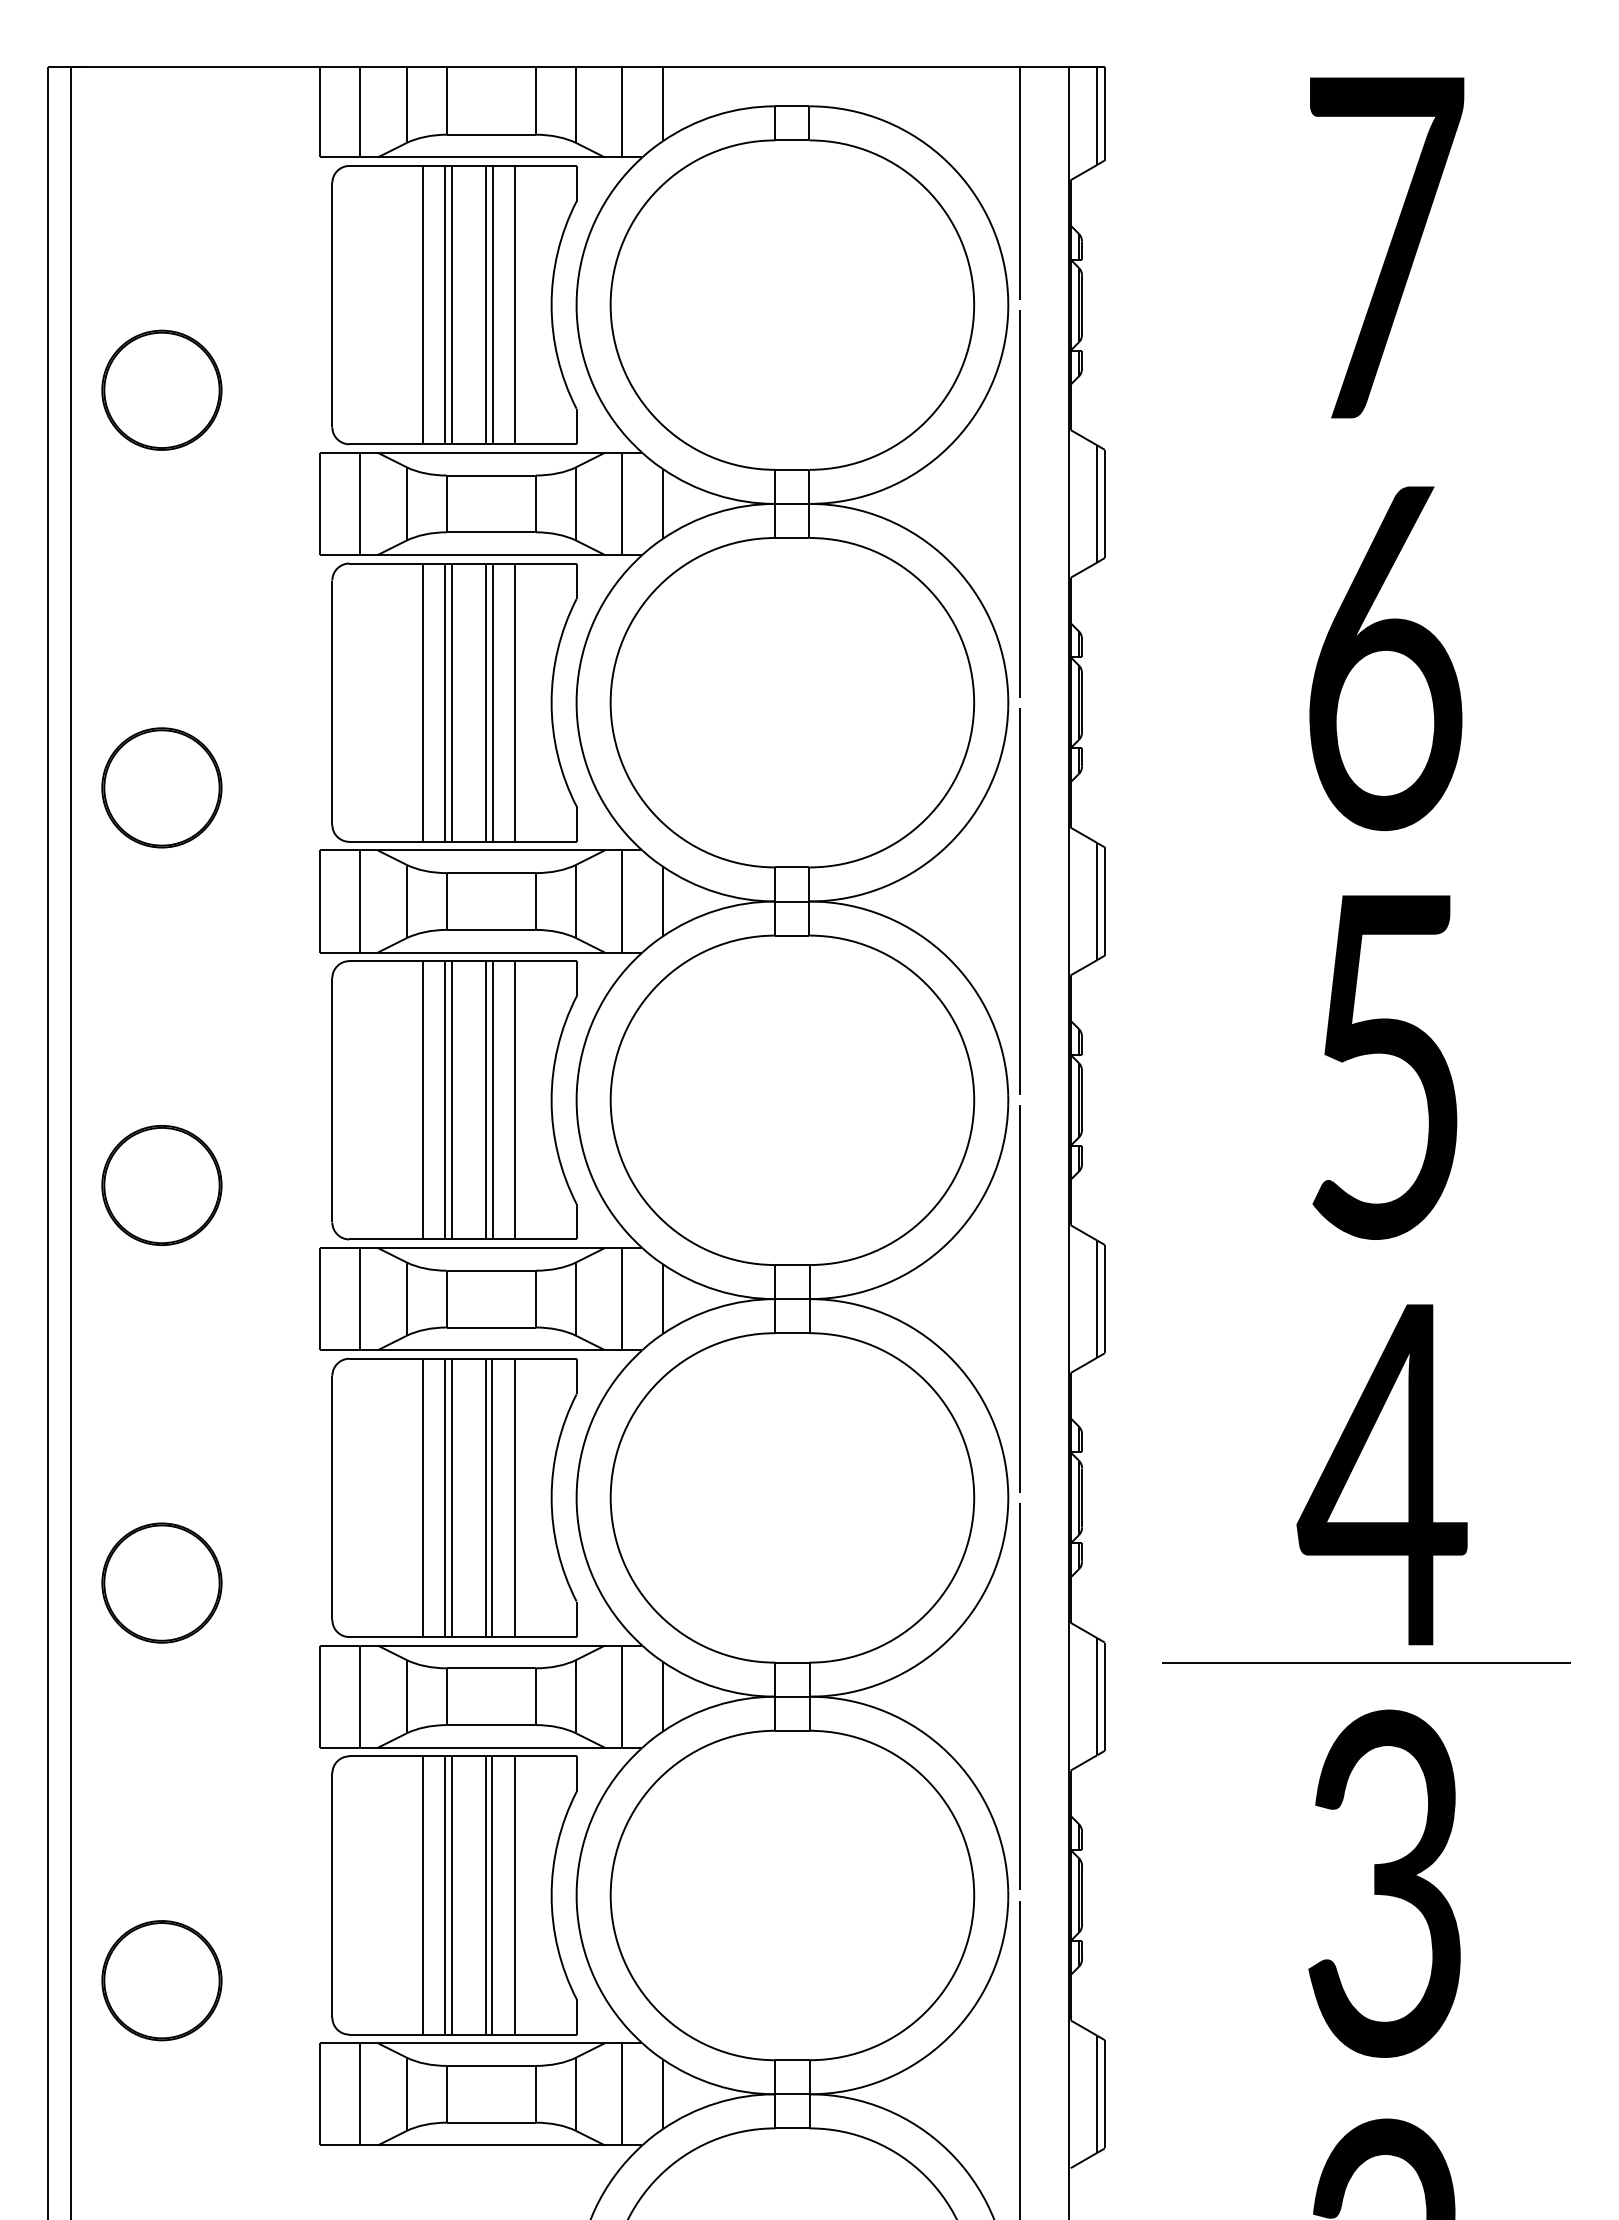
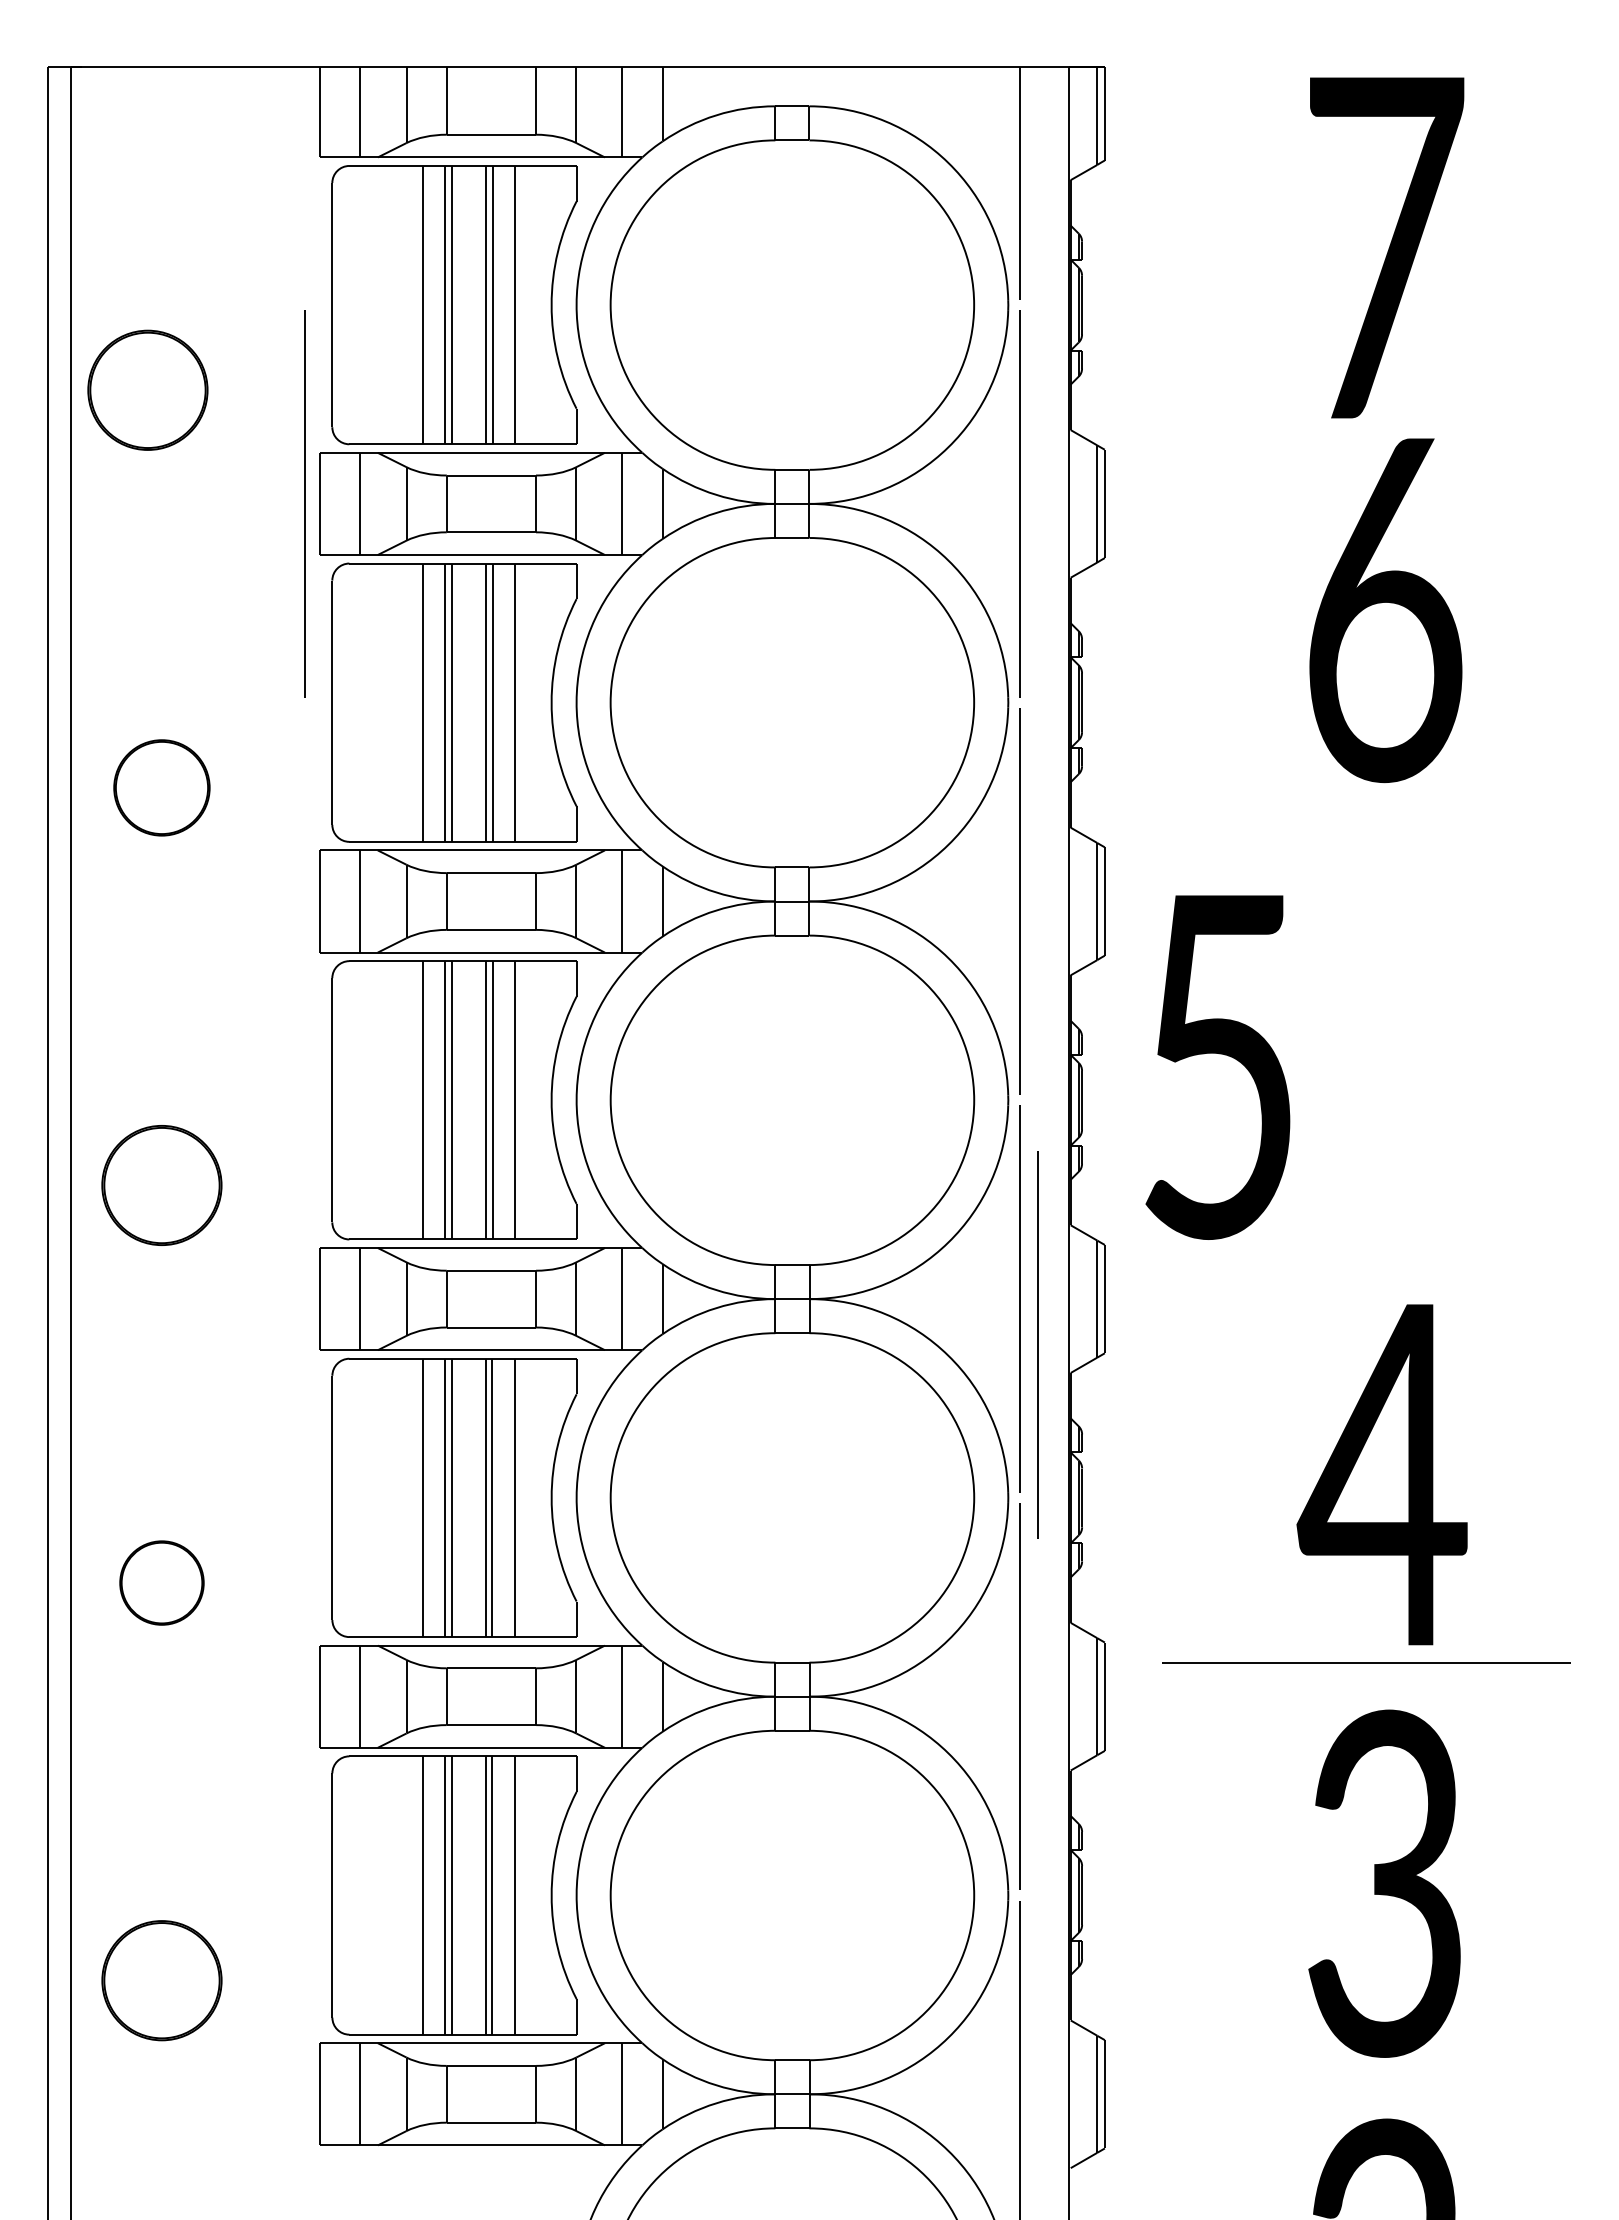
part at (161, 389) position: (161, 389) -> (147, 389)
line at (304, 503): none -> present
text at (1385, 658) position: (1385, 658) -> (1385, 610)
part at (161, 787) size: 122x122 px -> 98x98 px
text at (1384, 1067) position: (1384, 1067) -> (1217, 1067)
line at (1037, 1344): none -> present
part at (161, 1582) size: 122x122 px -> 86x86 px
